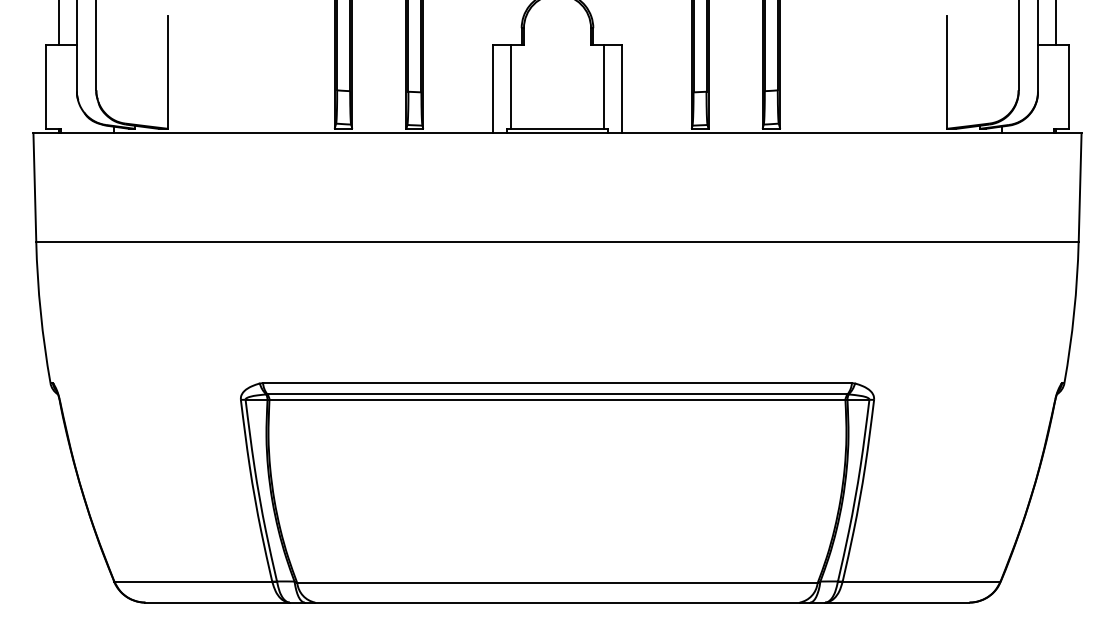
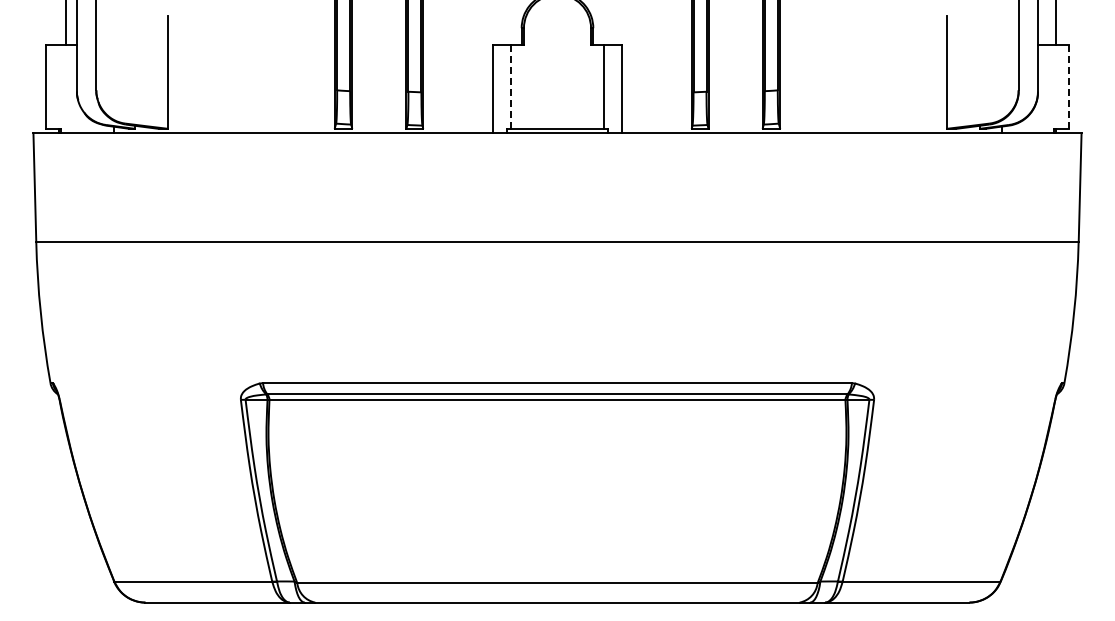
line at (58, 23) position: (58, 23) -> (65, 23)
line at (511, 86): solid -> dashed
line at (1068, 86): solid -> dashed
